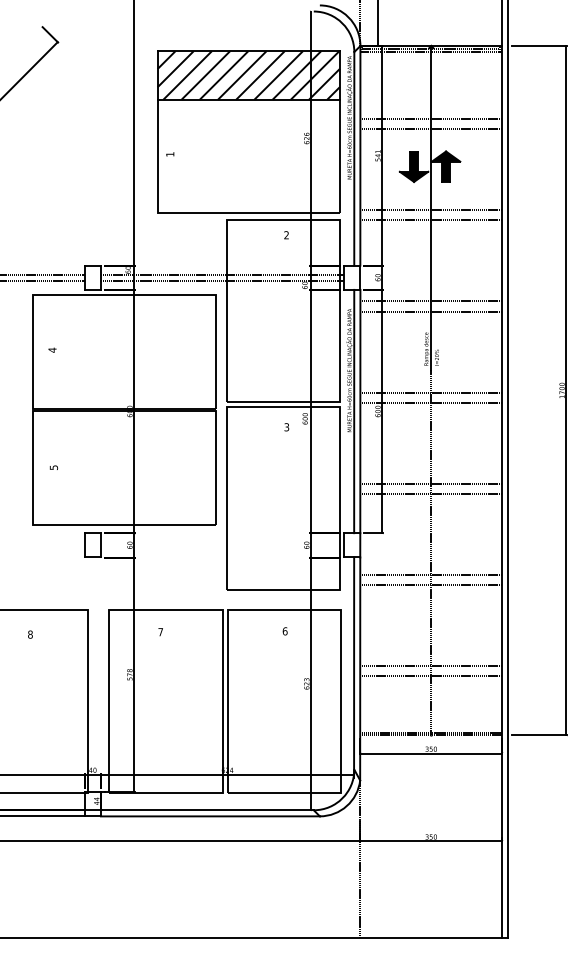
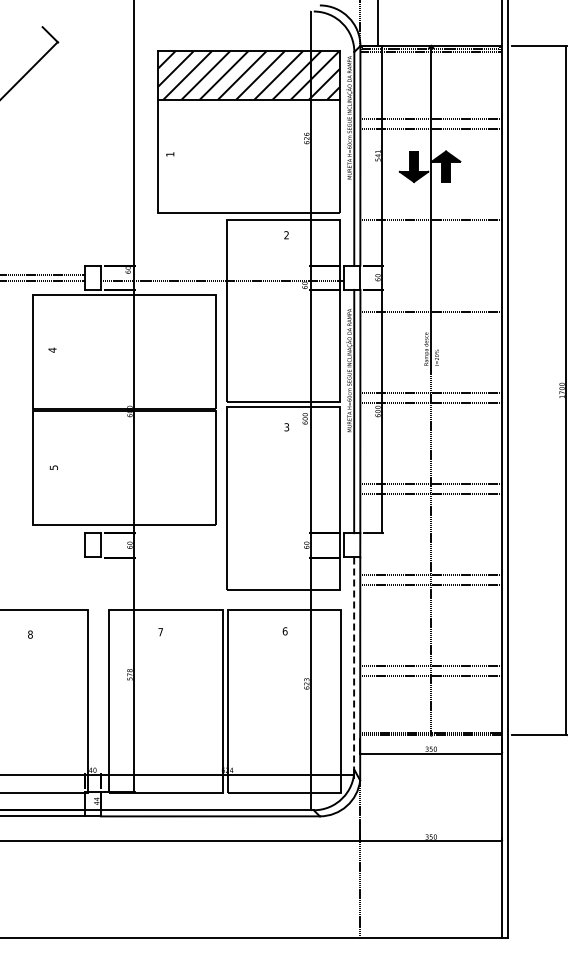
line at (431, 210): present -> none
line at (222, 274): present -> none
line at (431, 301): present -> none
line at (354, 666): solid -> dashed
